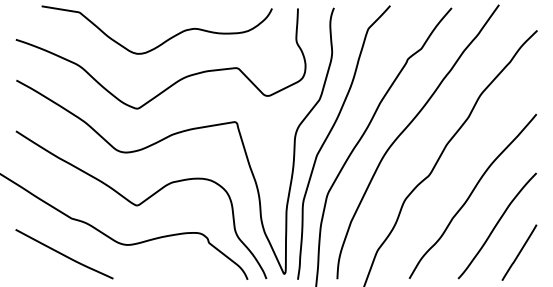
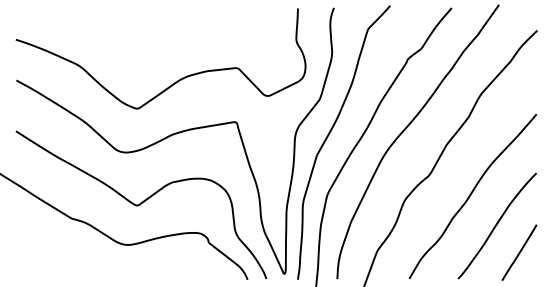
curve at (163, 41): present -> none
curve at (64, 254): present -> none
